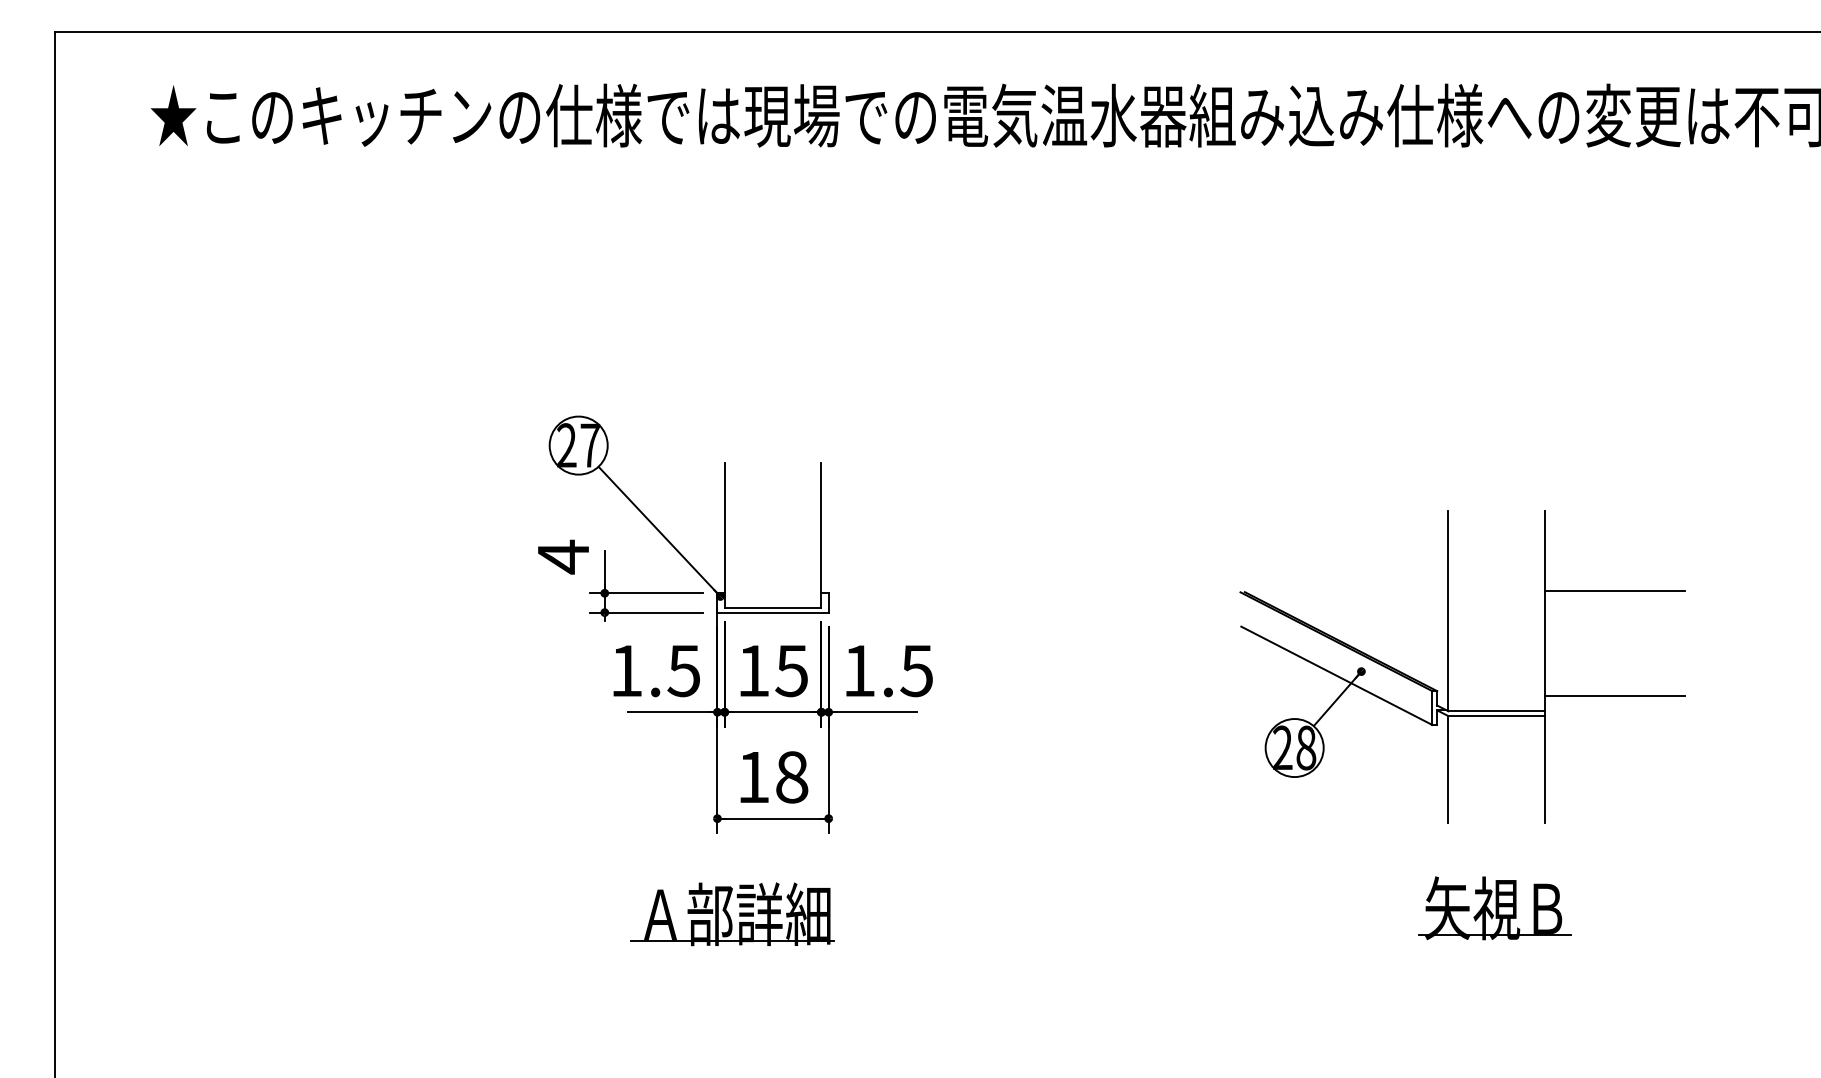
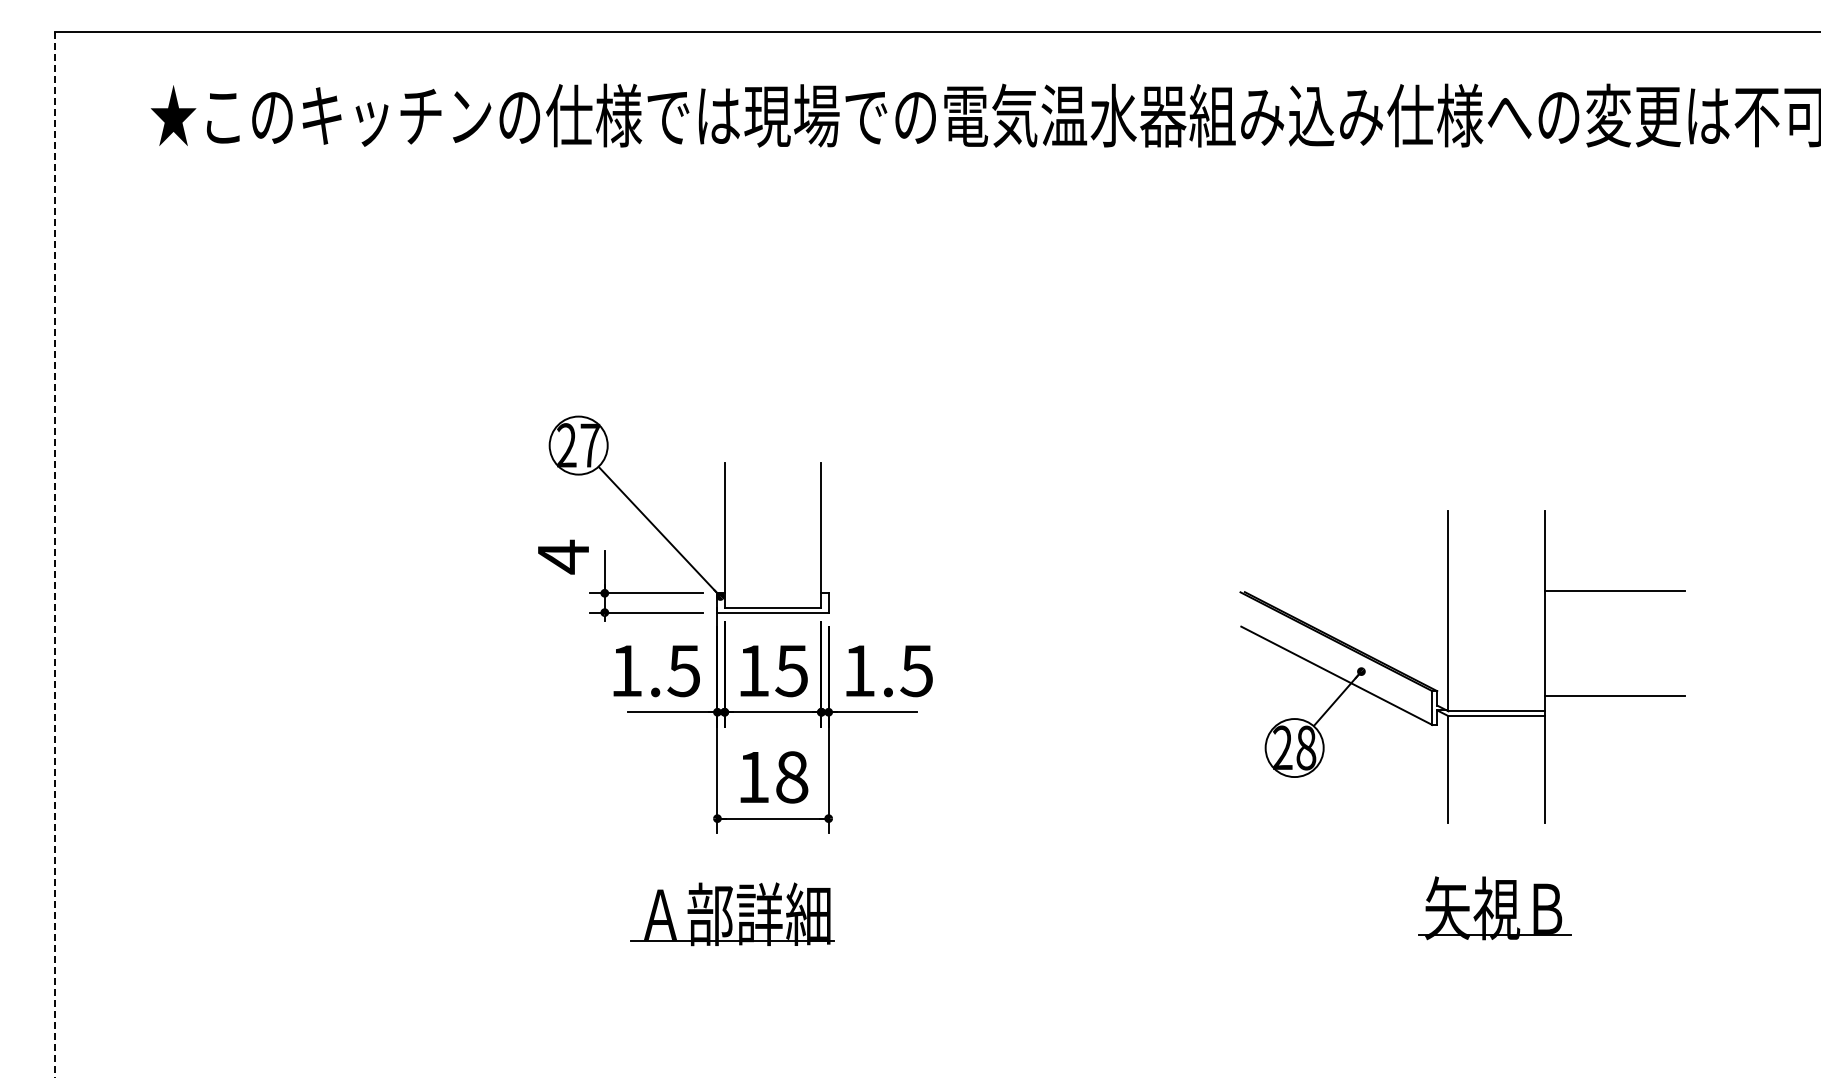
line at (54, 555): solid -> dashed
